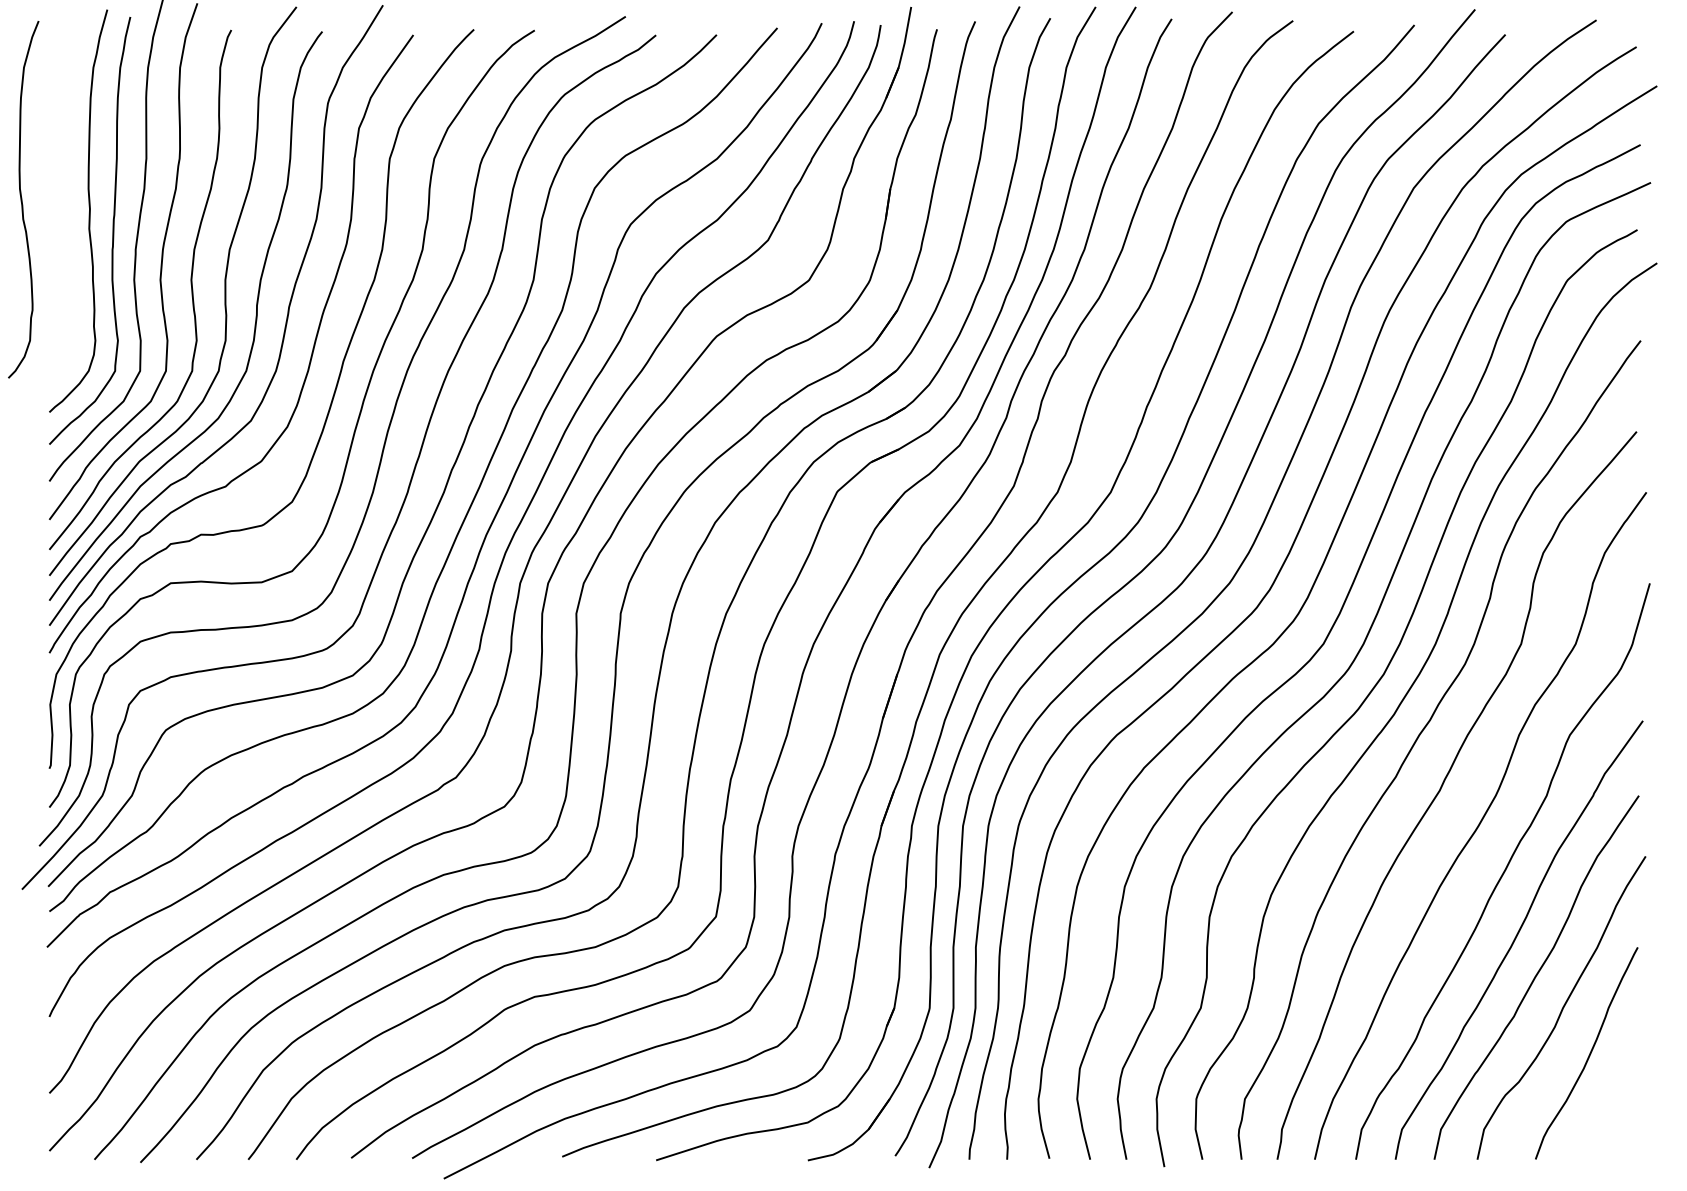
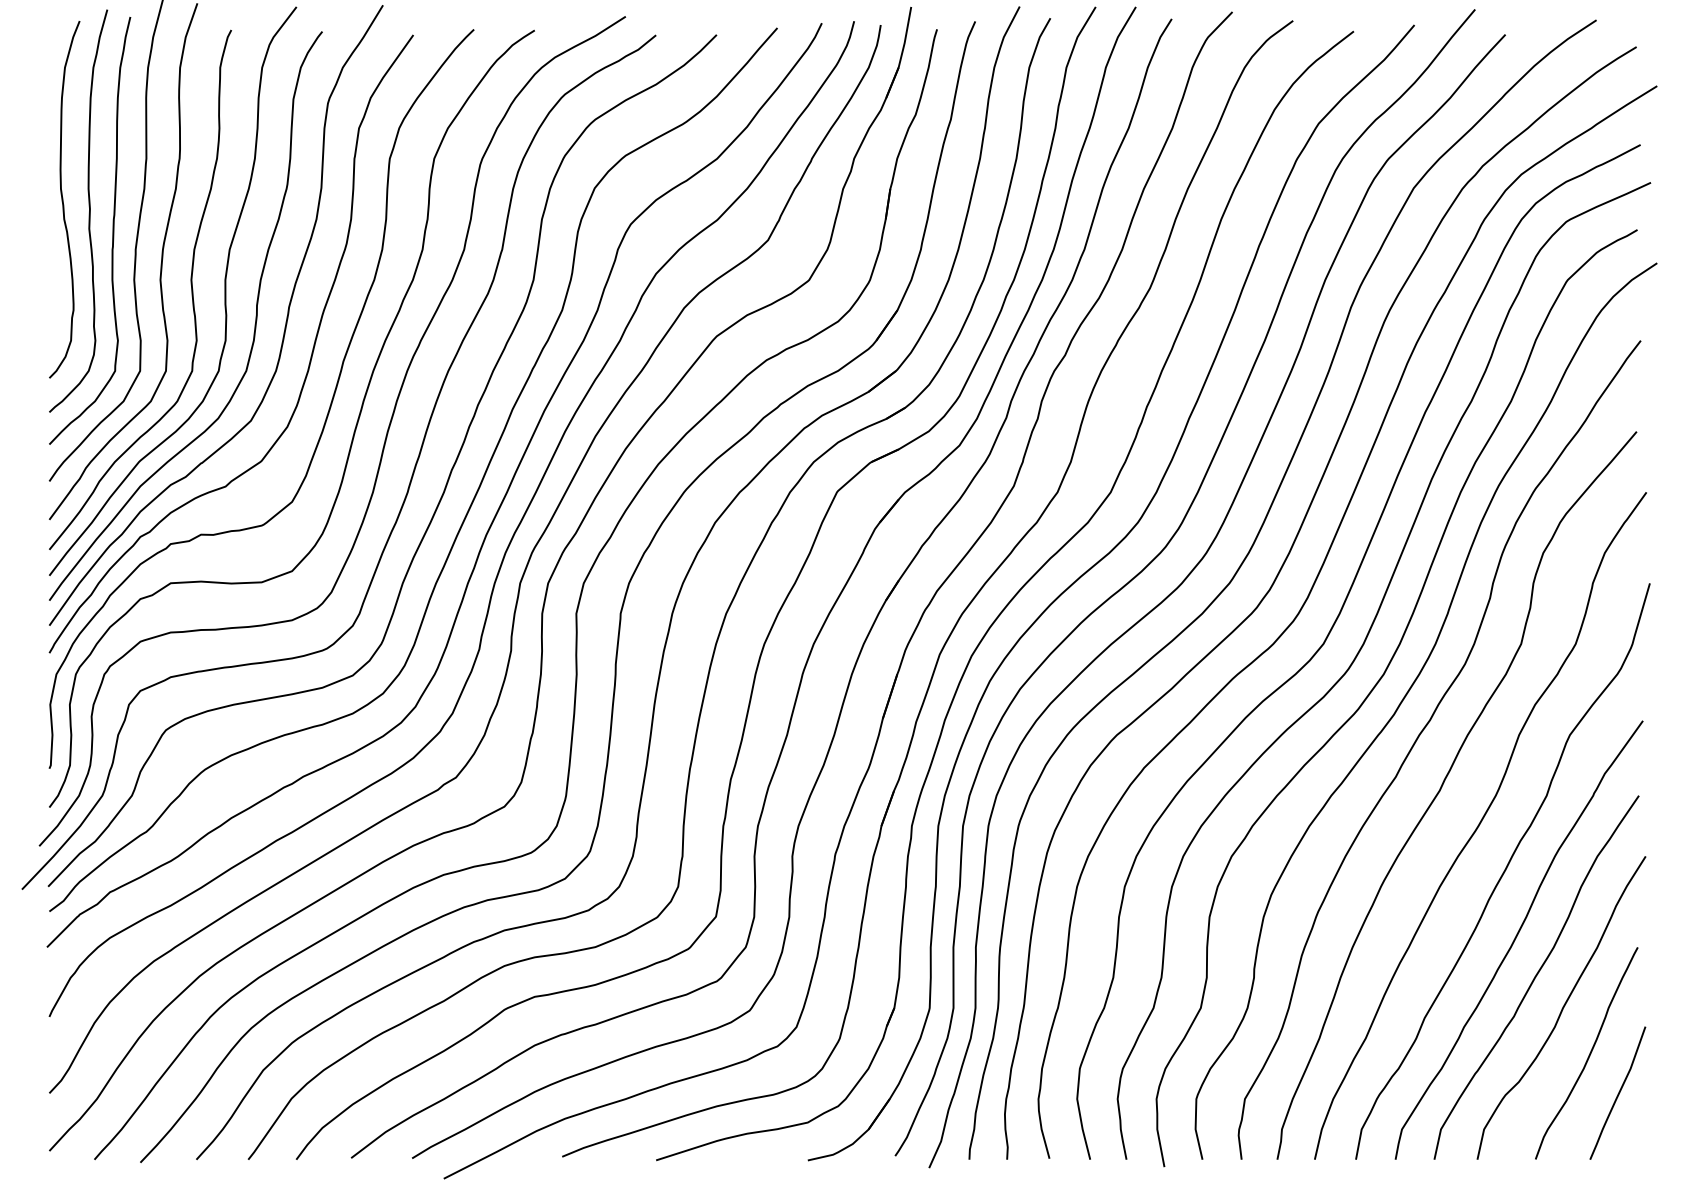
curve at (22, 199) position: (22, 199) -> (63, 199)
curve at (1618, 1092): none -> present
